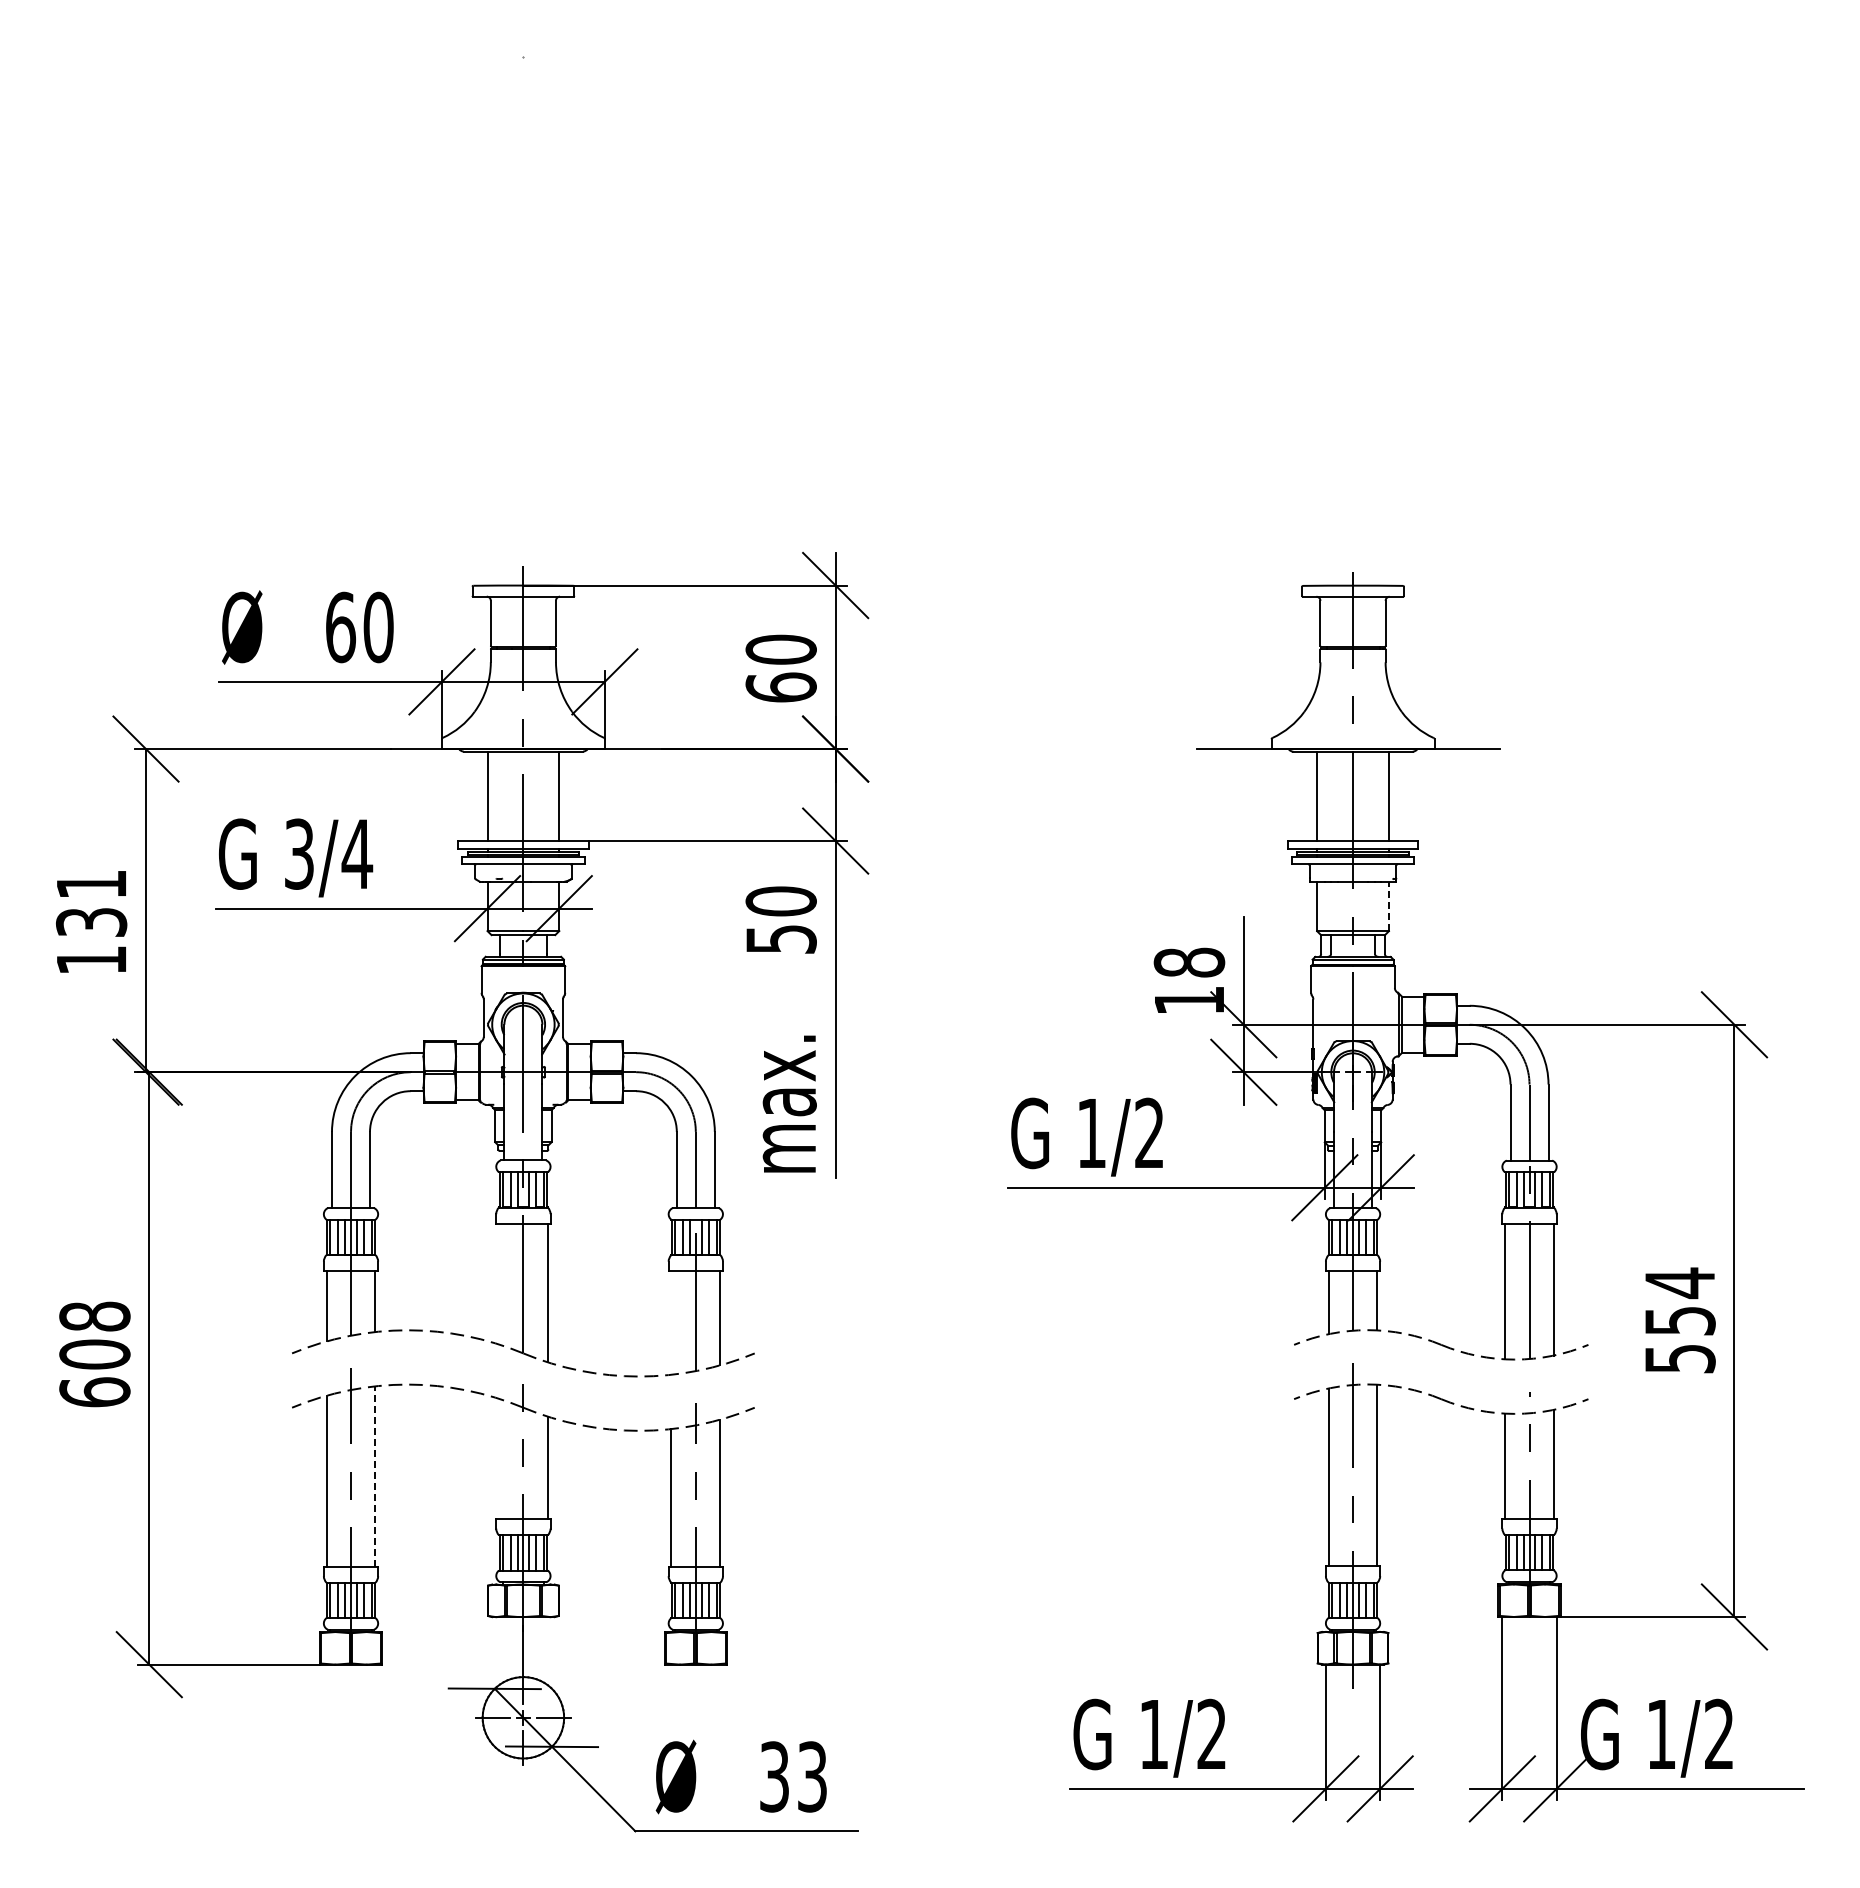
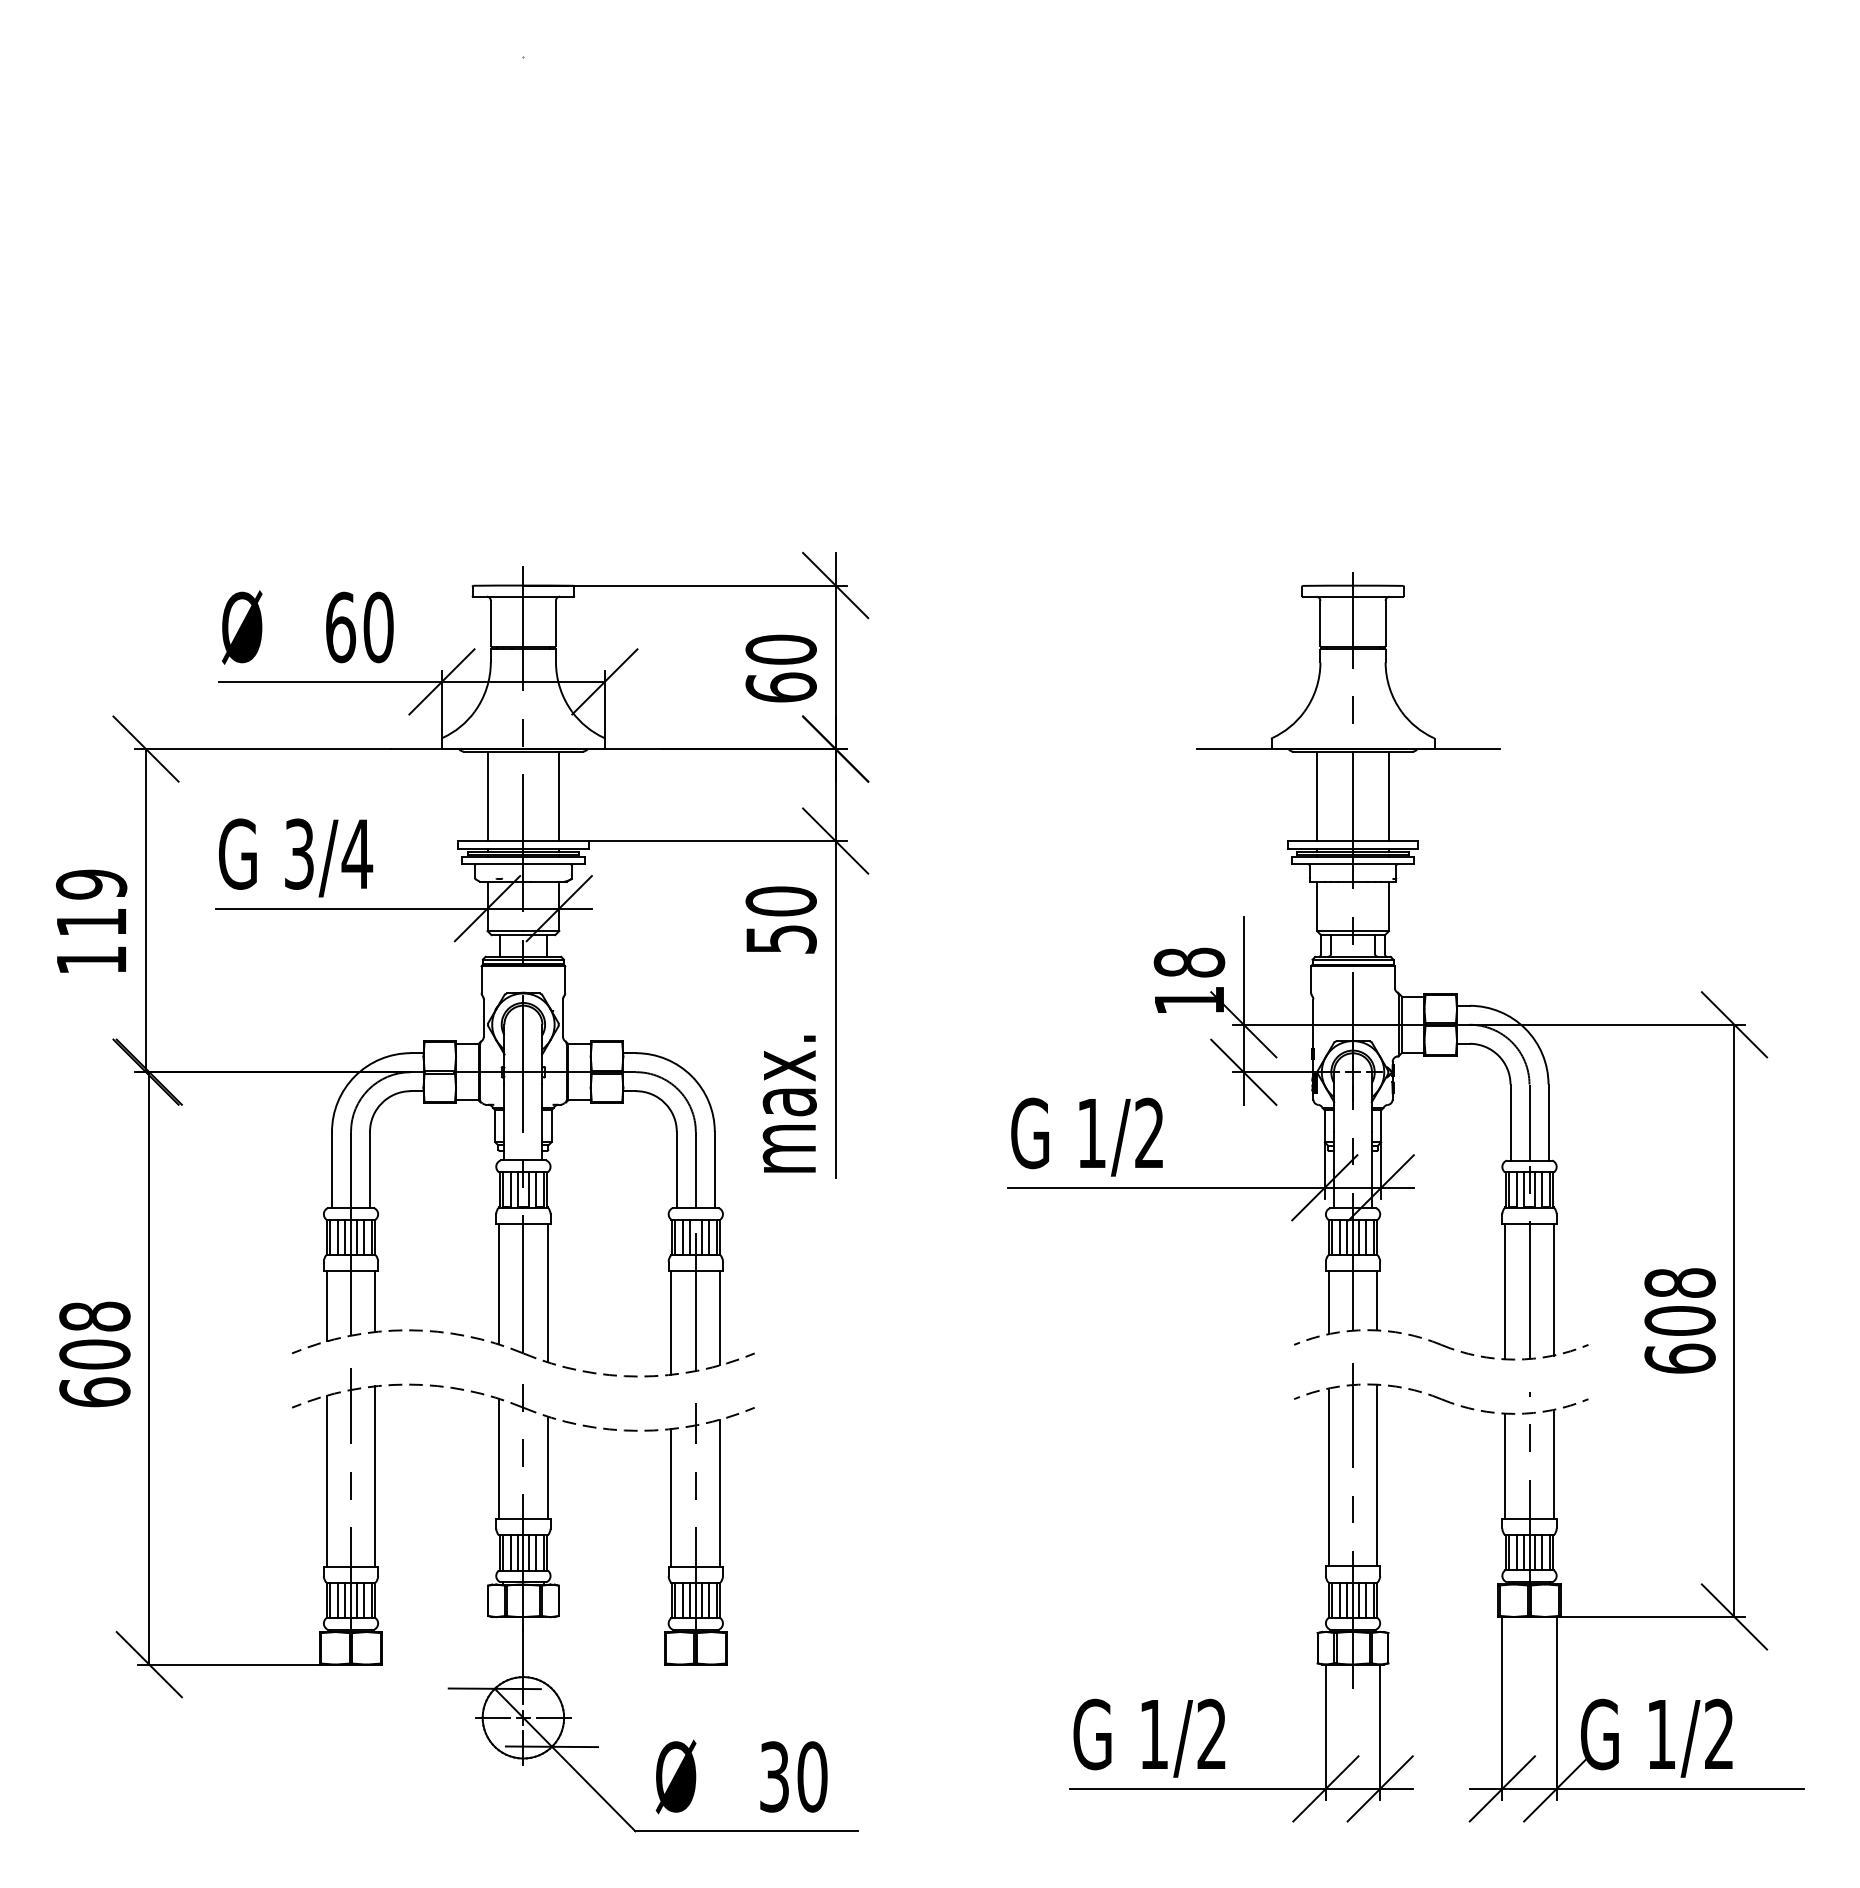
text at (91, 902): 131 -> 119
line at (1388, 906): dashed -> solid
line at (498, 1283): none -> present
text at (1679, 1320): 554 -> 608
line at (671, 1322): none -> present
line at (498, 1458): none -> present
line at (375, 1475): dashed -> solid
text at (812, 1776): 33 -> 30
